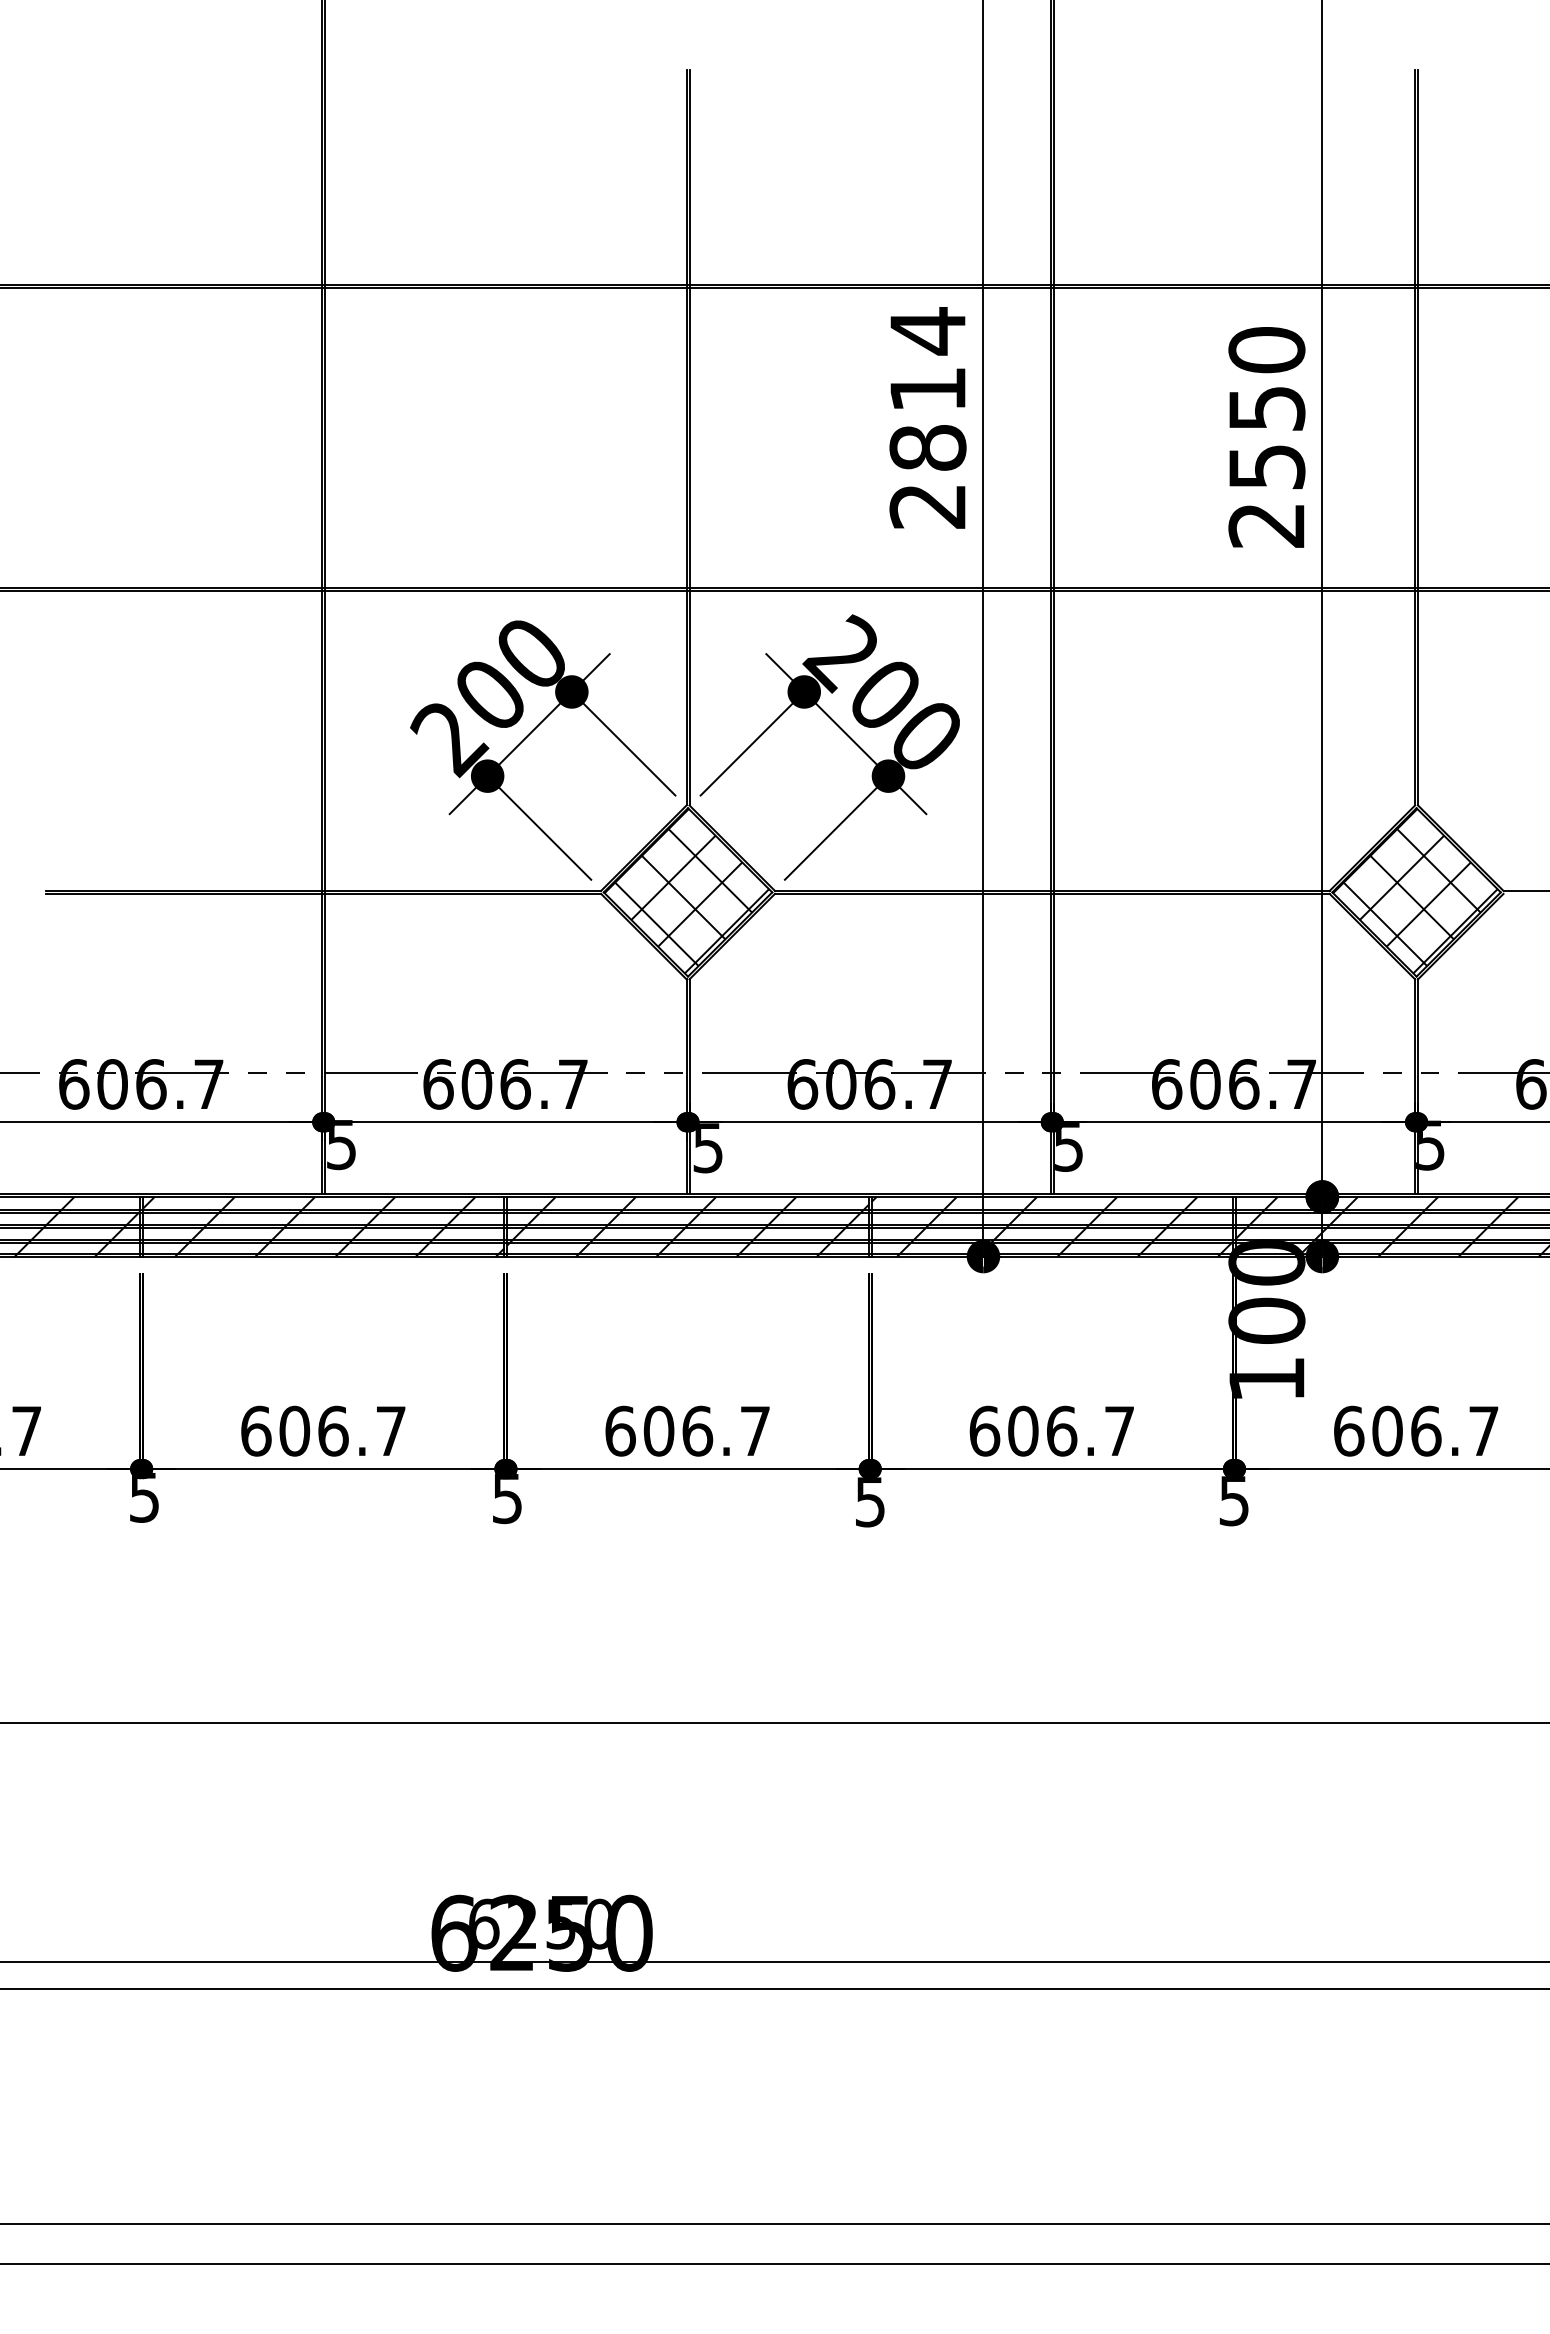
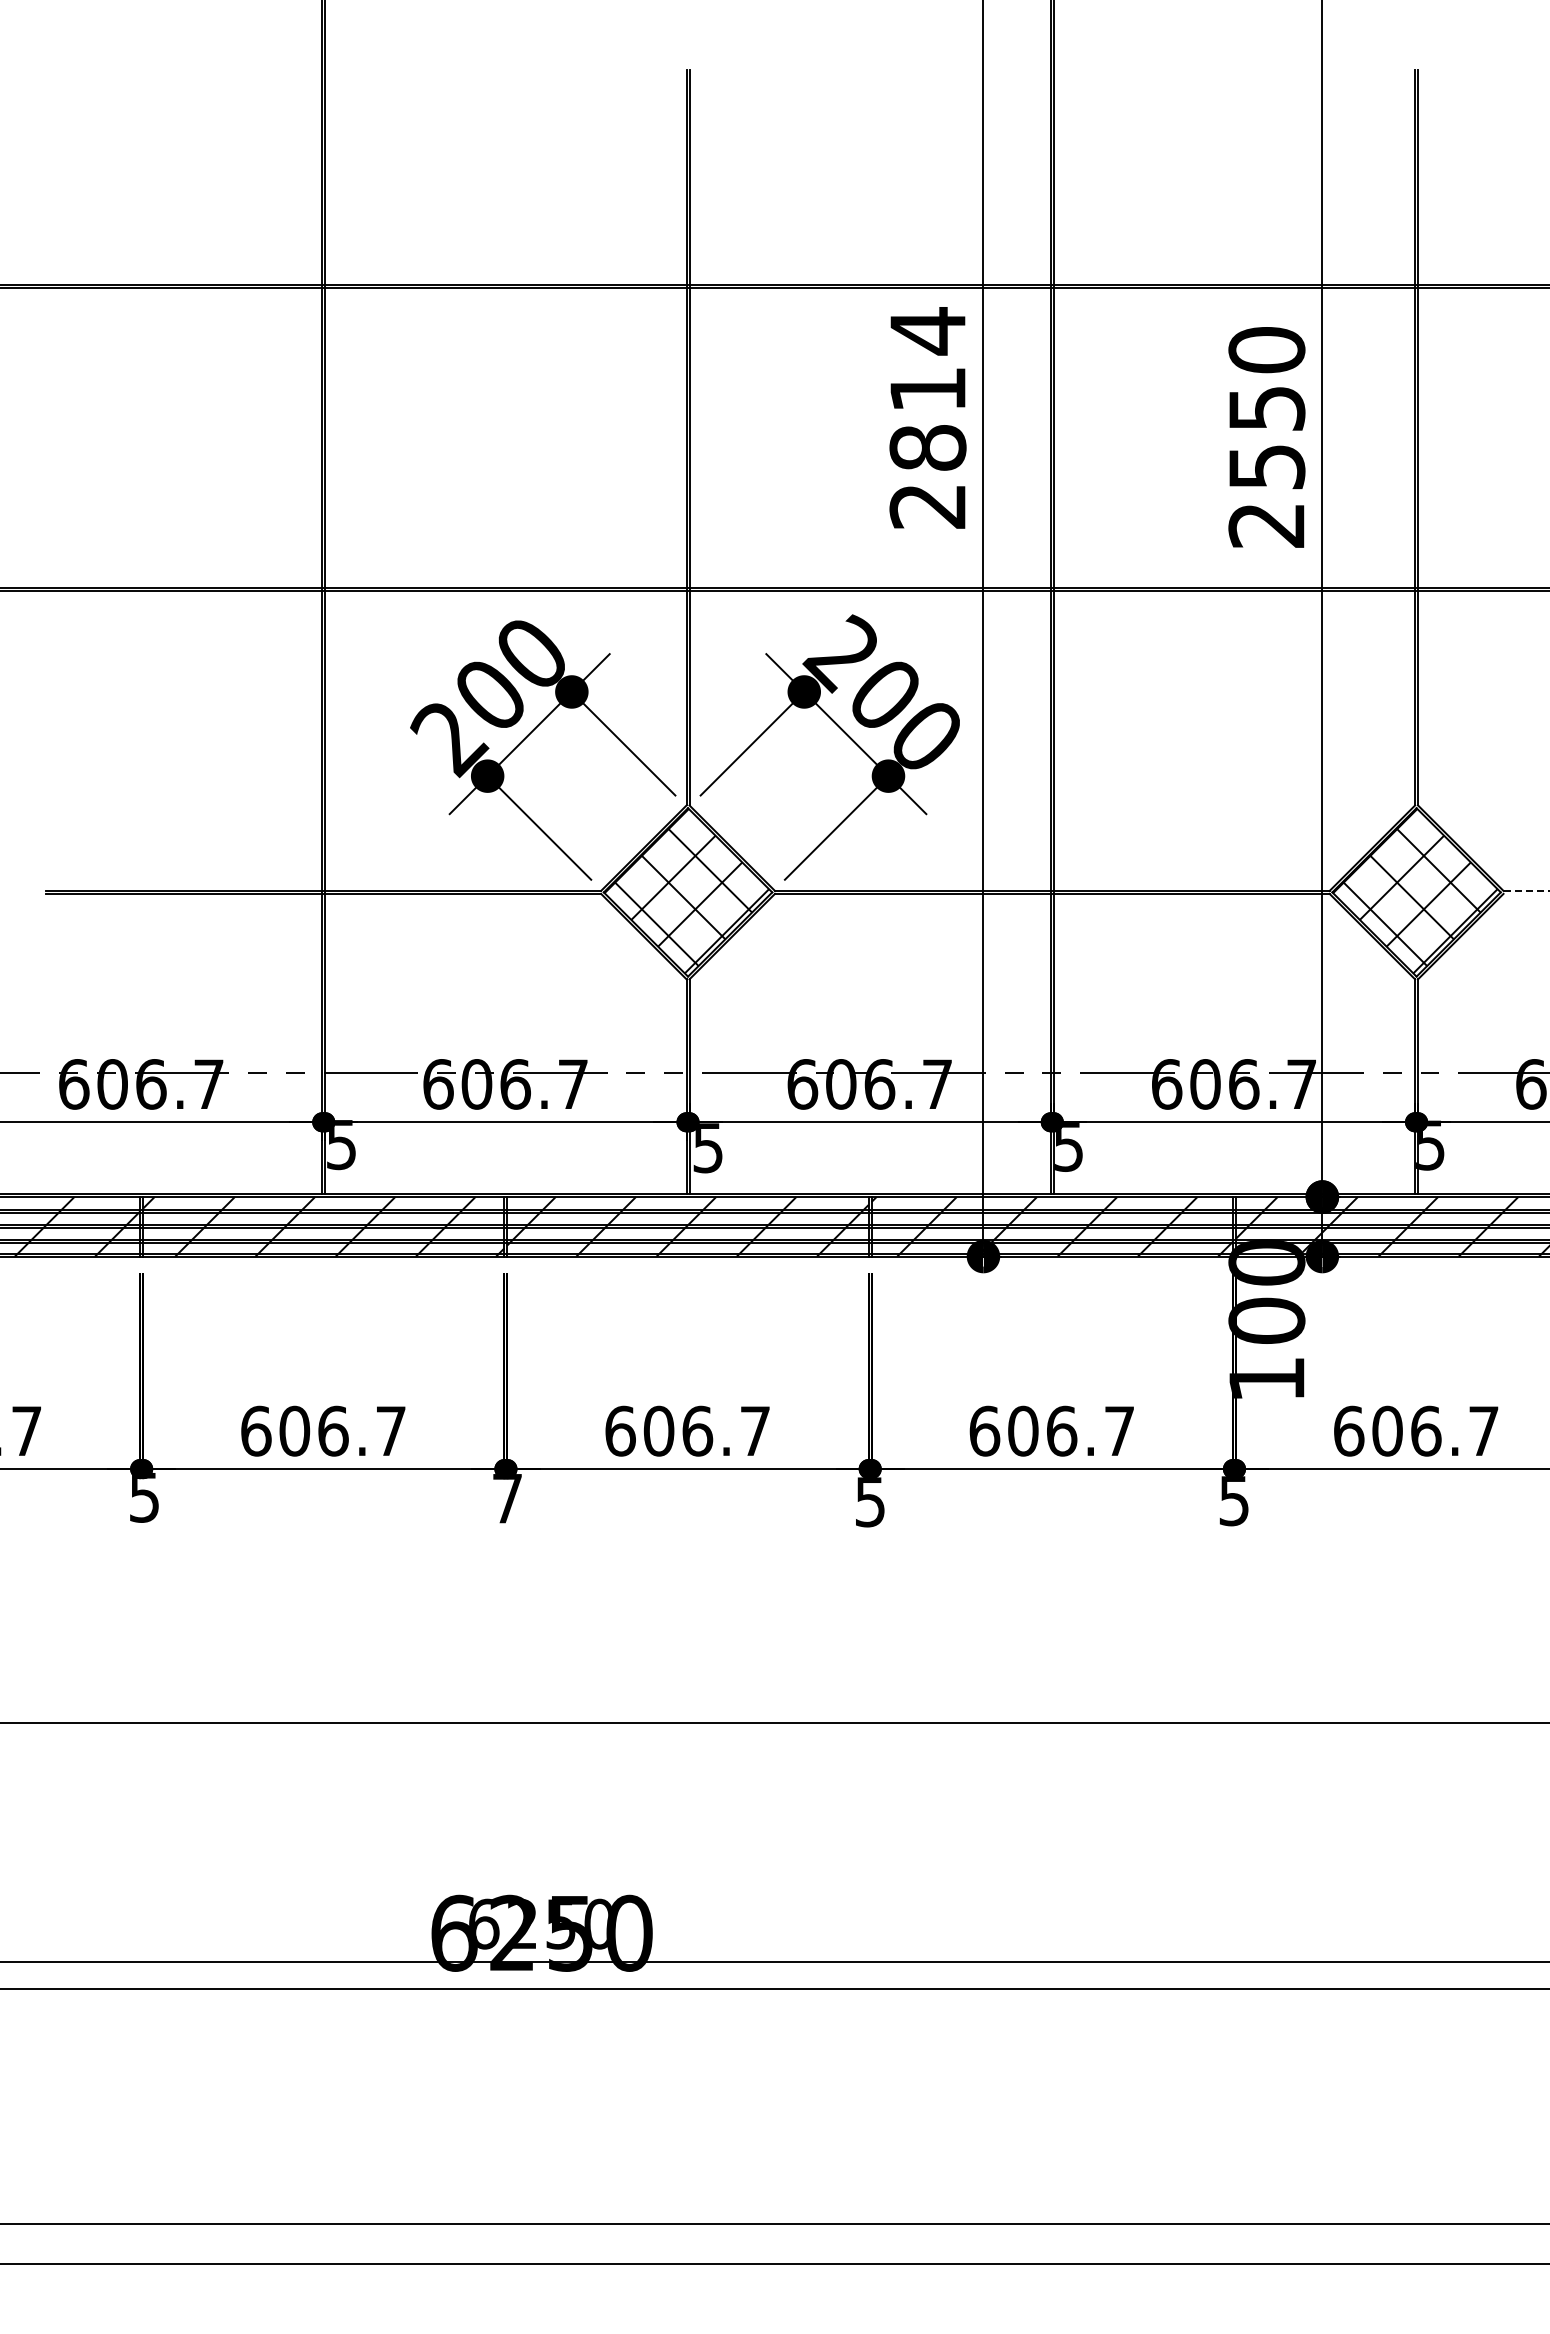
line at (1526, 890): solid -> dashed
text at (507, 1499): 5 -> 7
